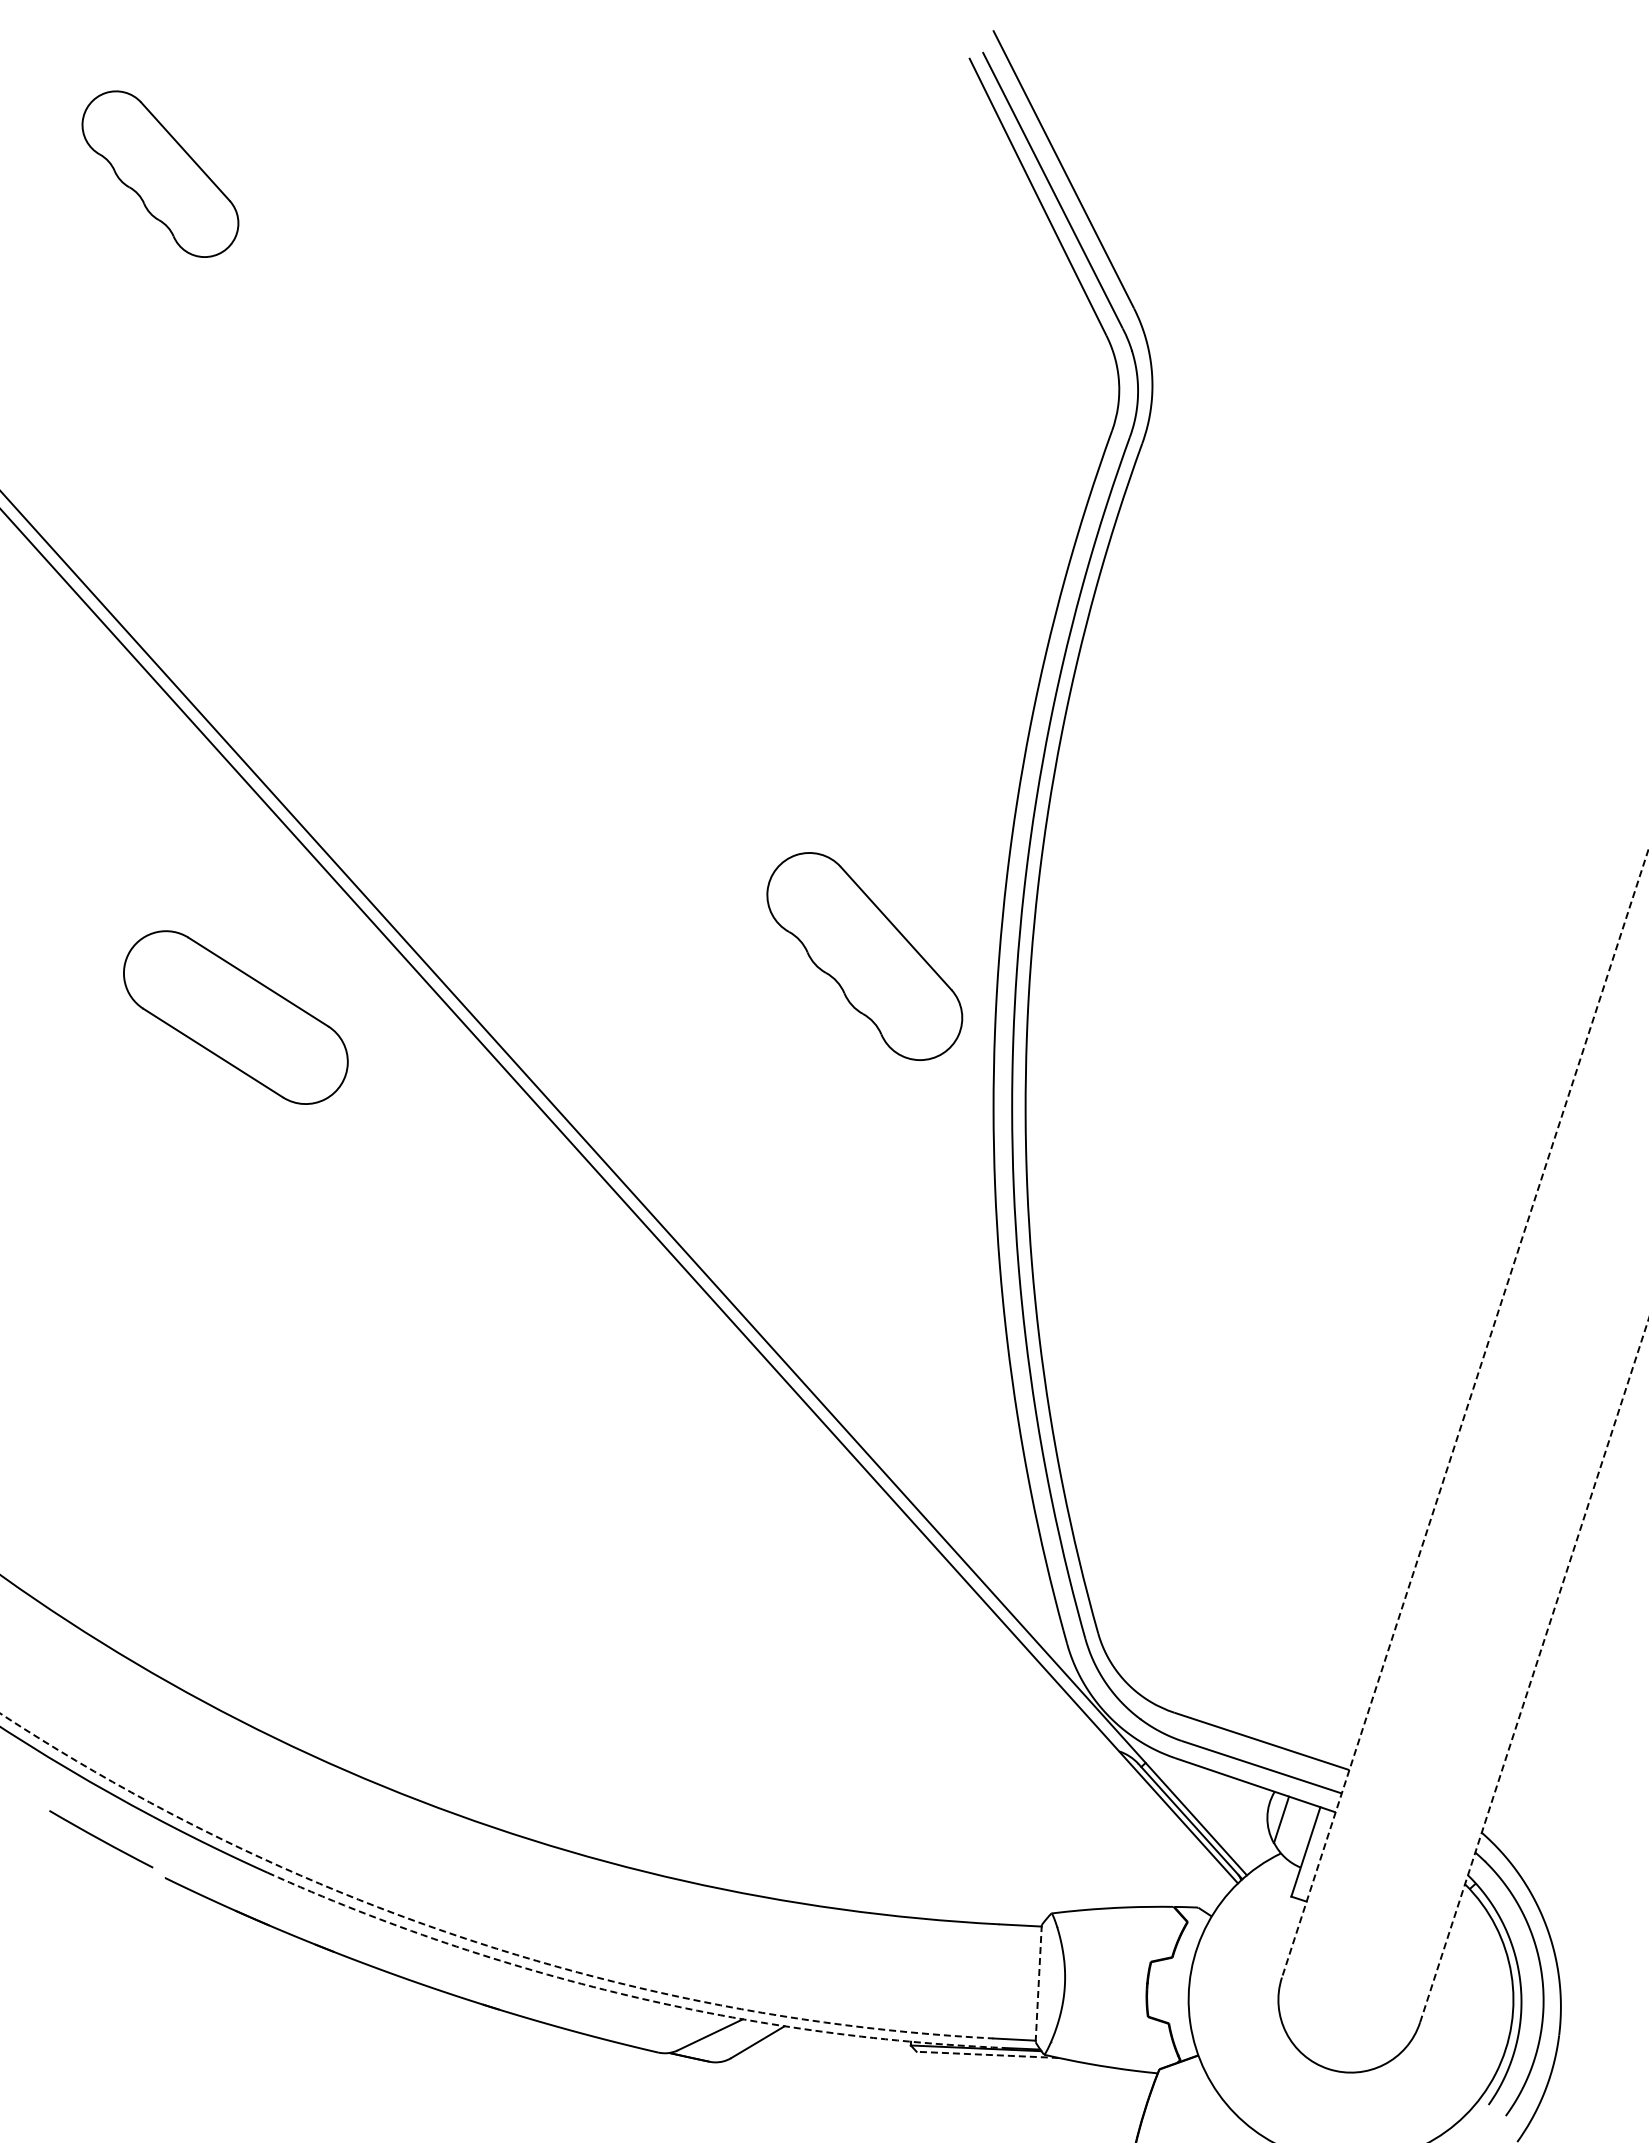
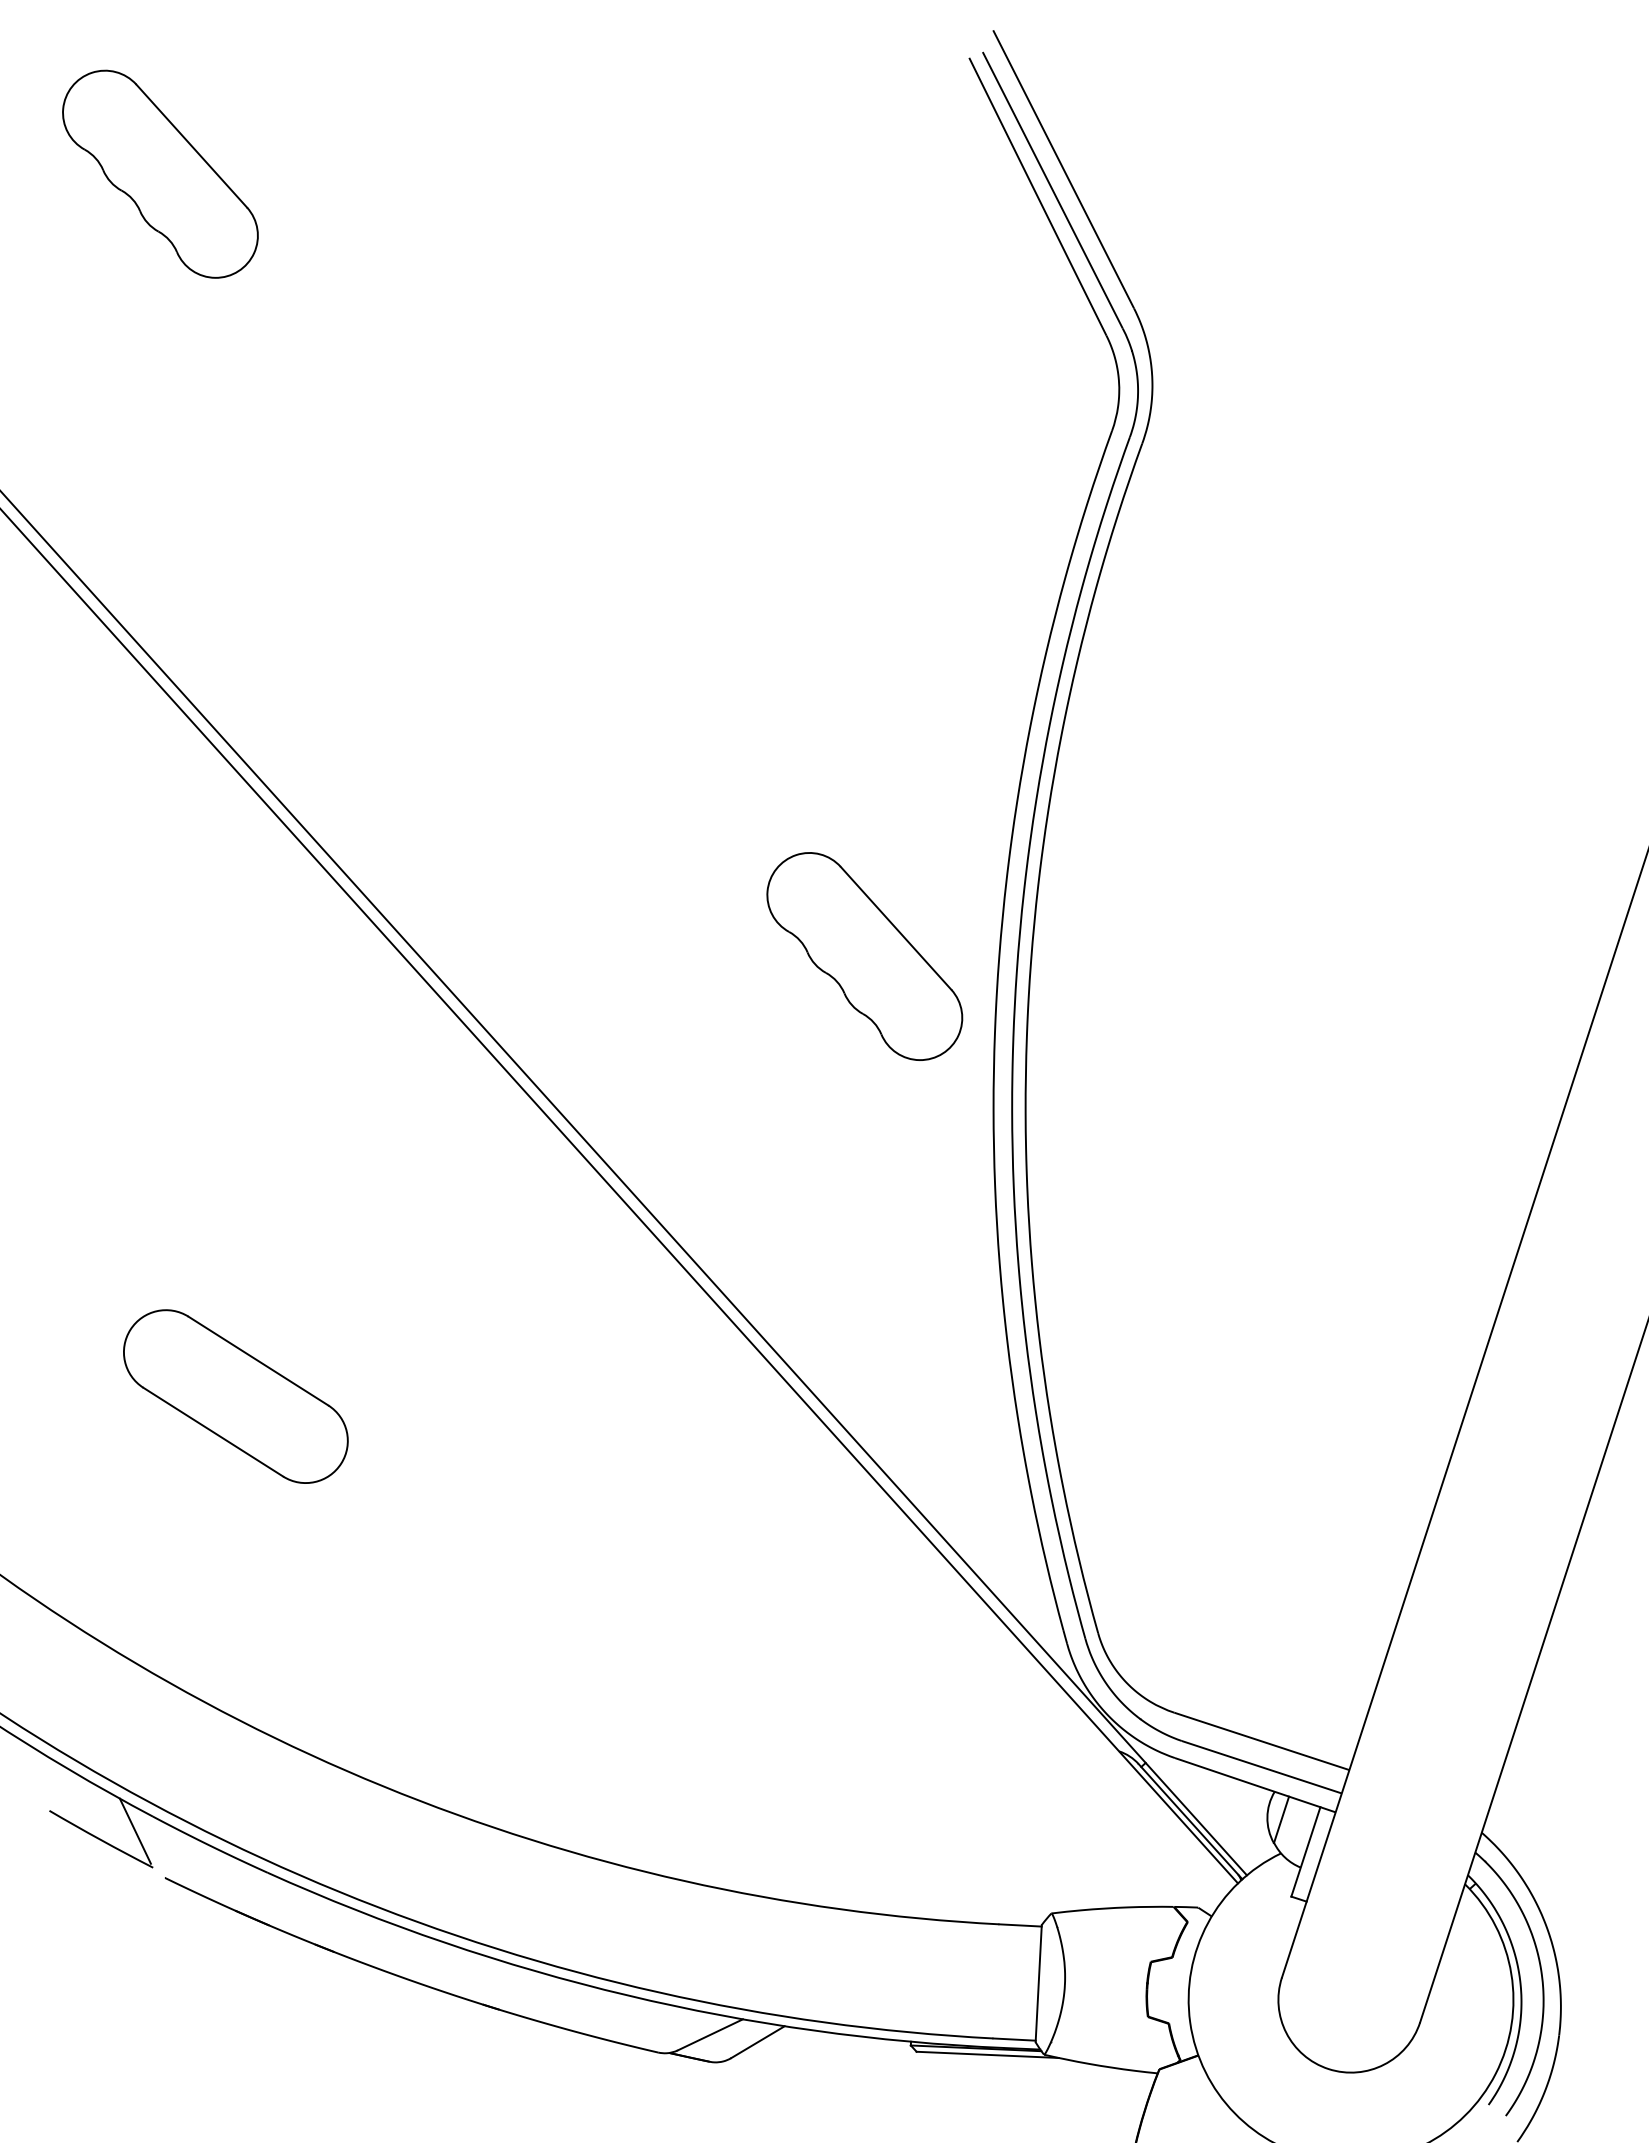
part at (160, 173) size: 159x168 px -> 197x210 px
part at (235, 1017) position: (235, 1017) -> (235, 1396)
line at (1465, 1413): dashed -> solid
line at (1534, 1670): dashed -> solid
line at (134, 1830): none -> present
arc at (476, 1942): dashed -> solid
line at (1038, 1983): dashed -> solid
arc at (627, 1995): dashed -> solid
line at (987, 2054): dashed -> solid
